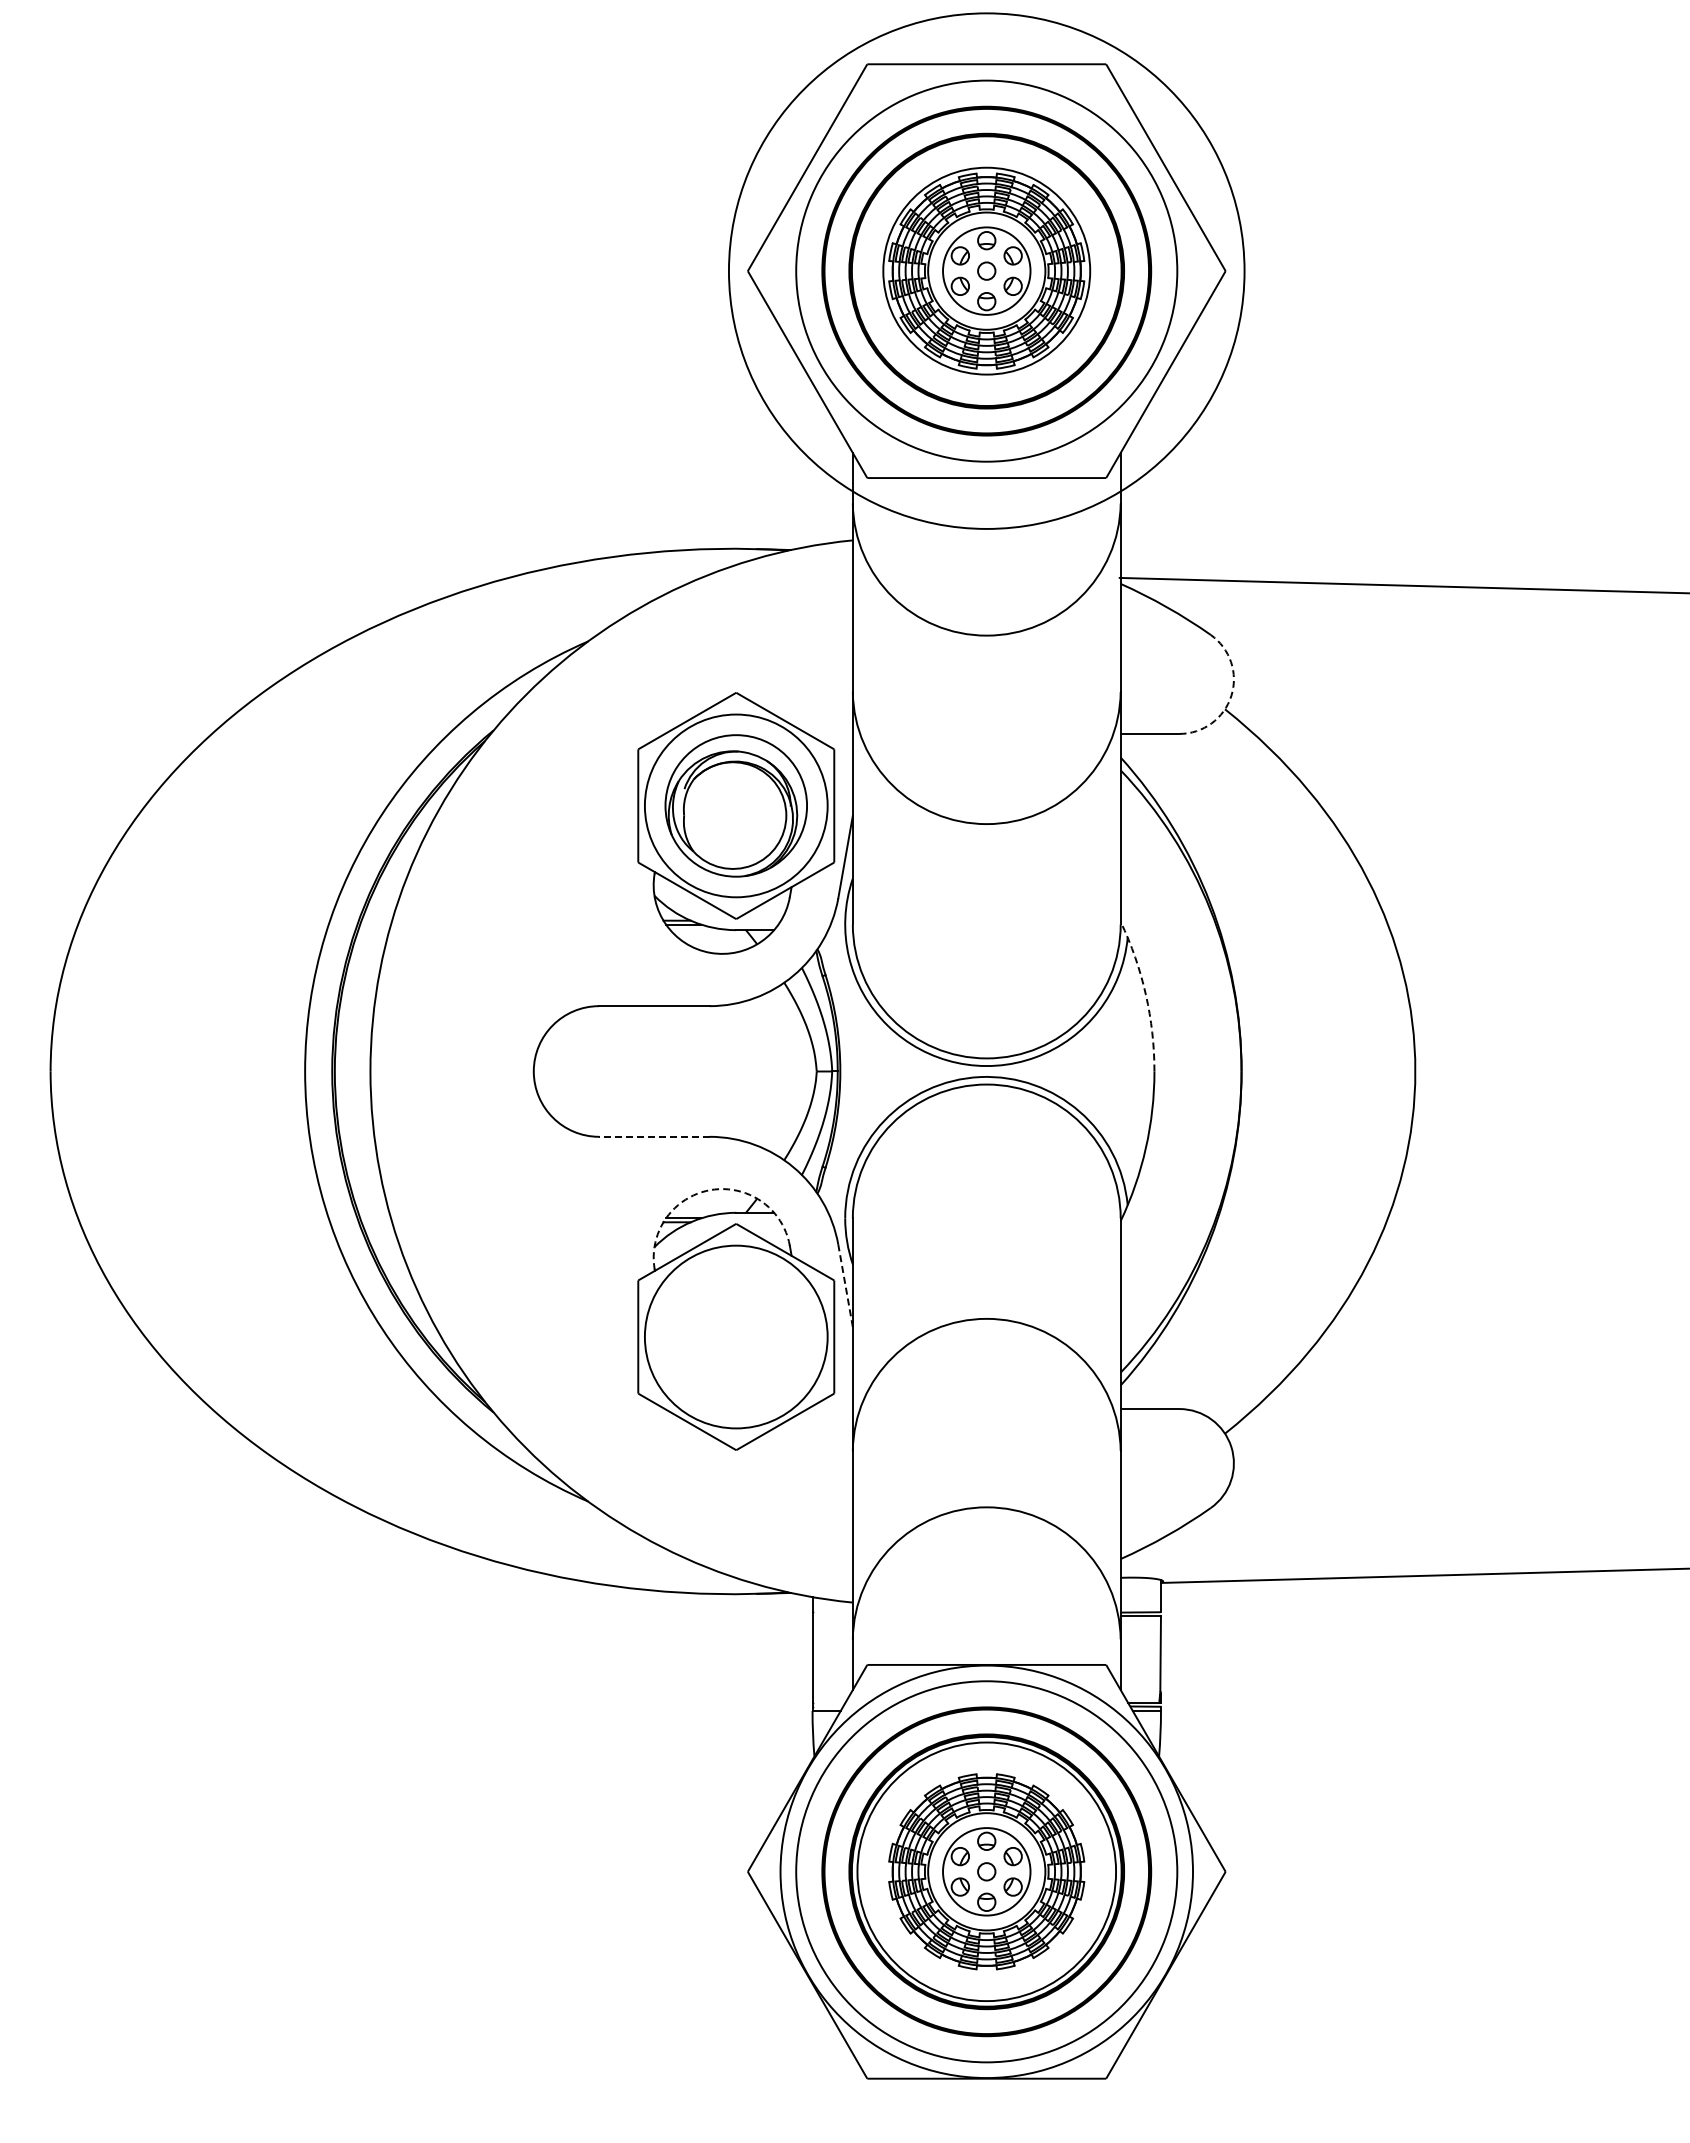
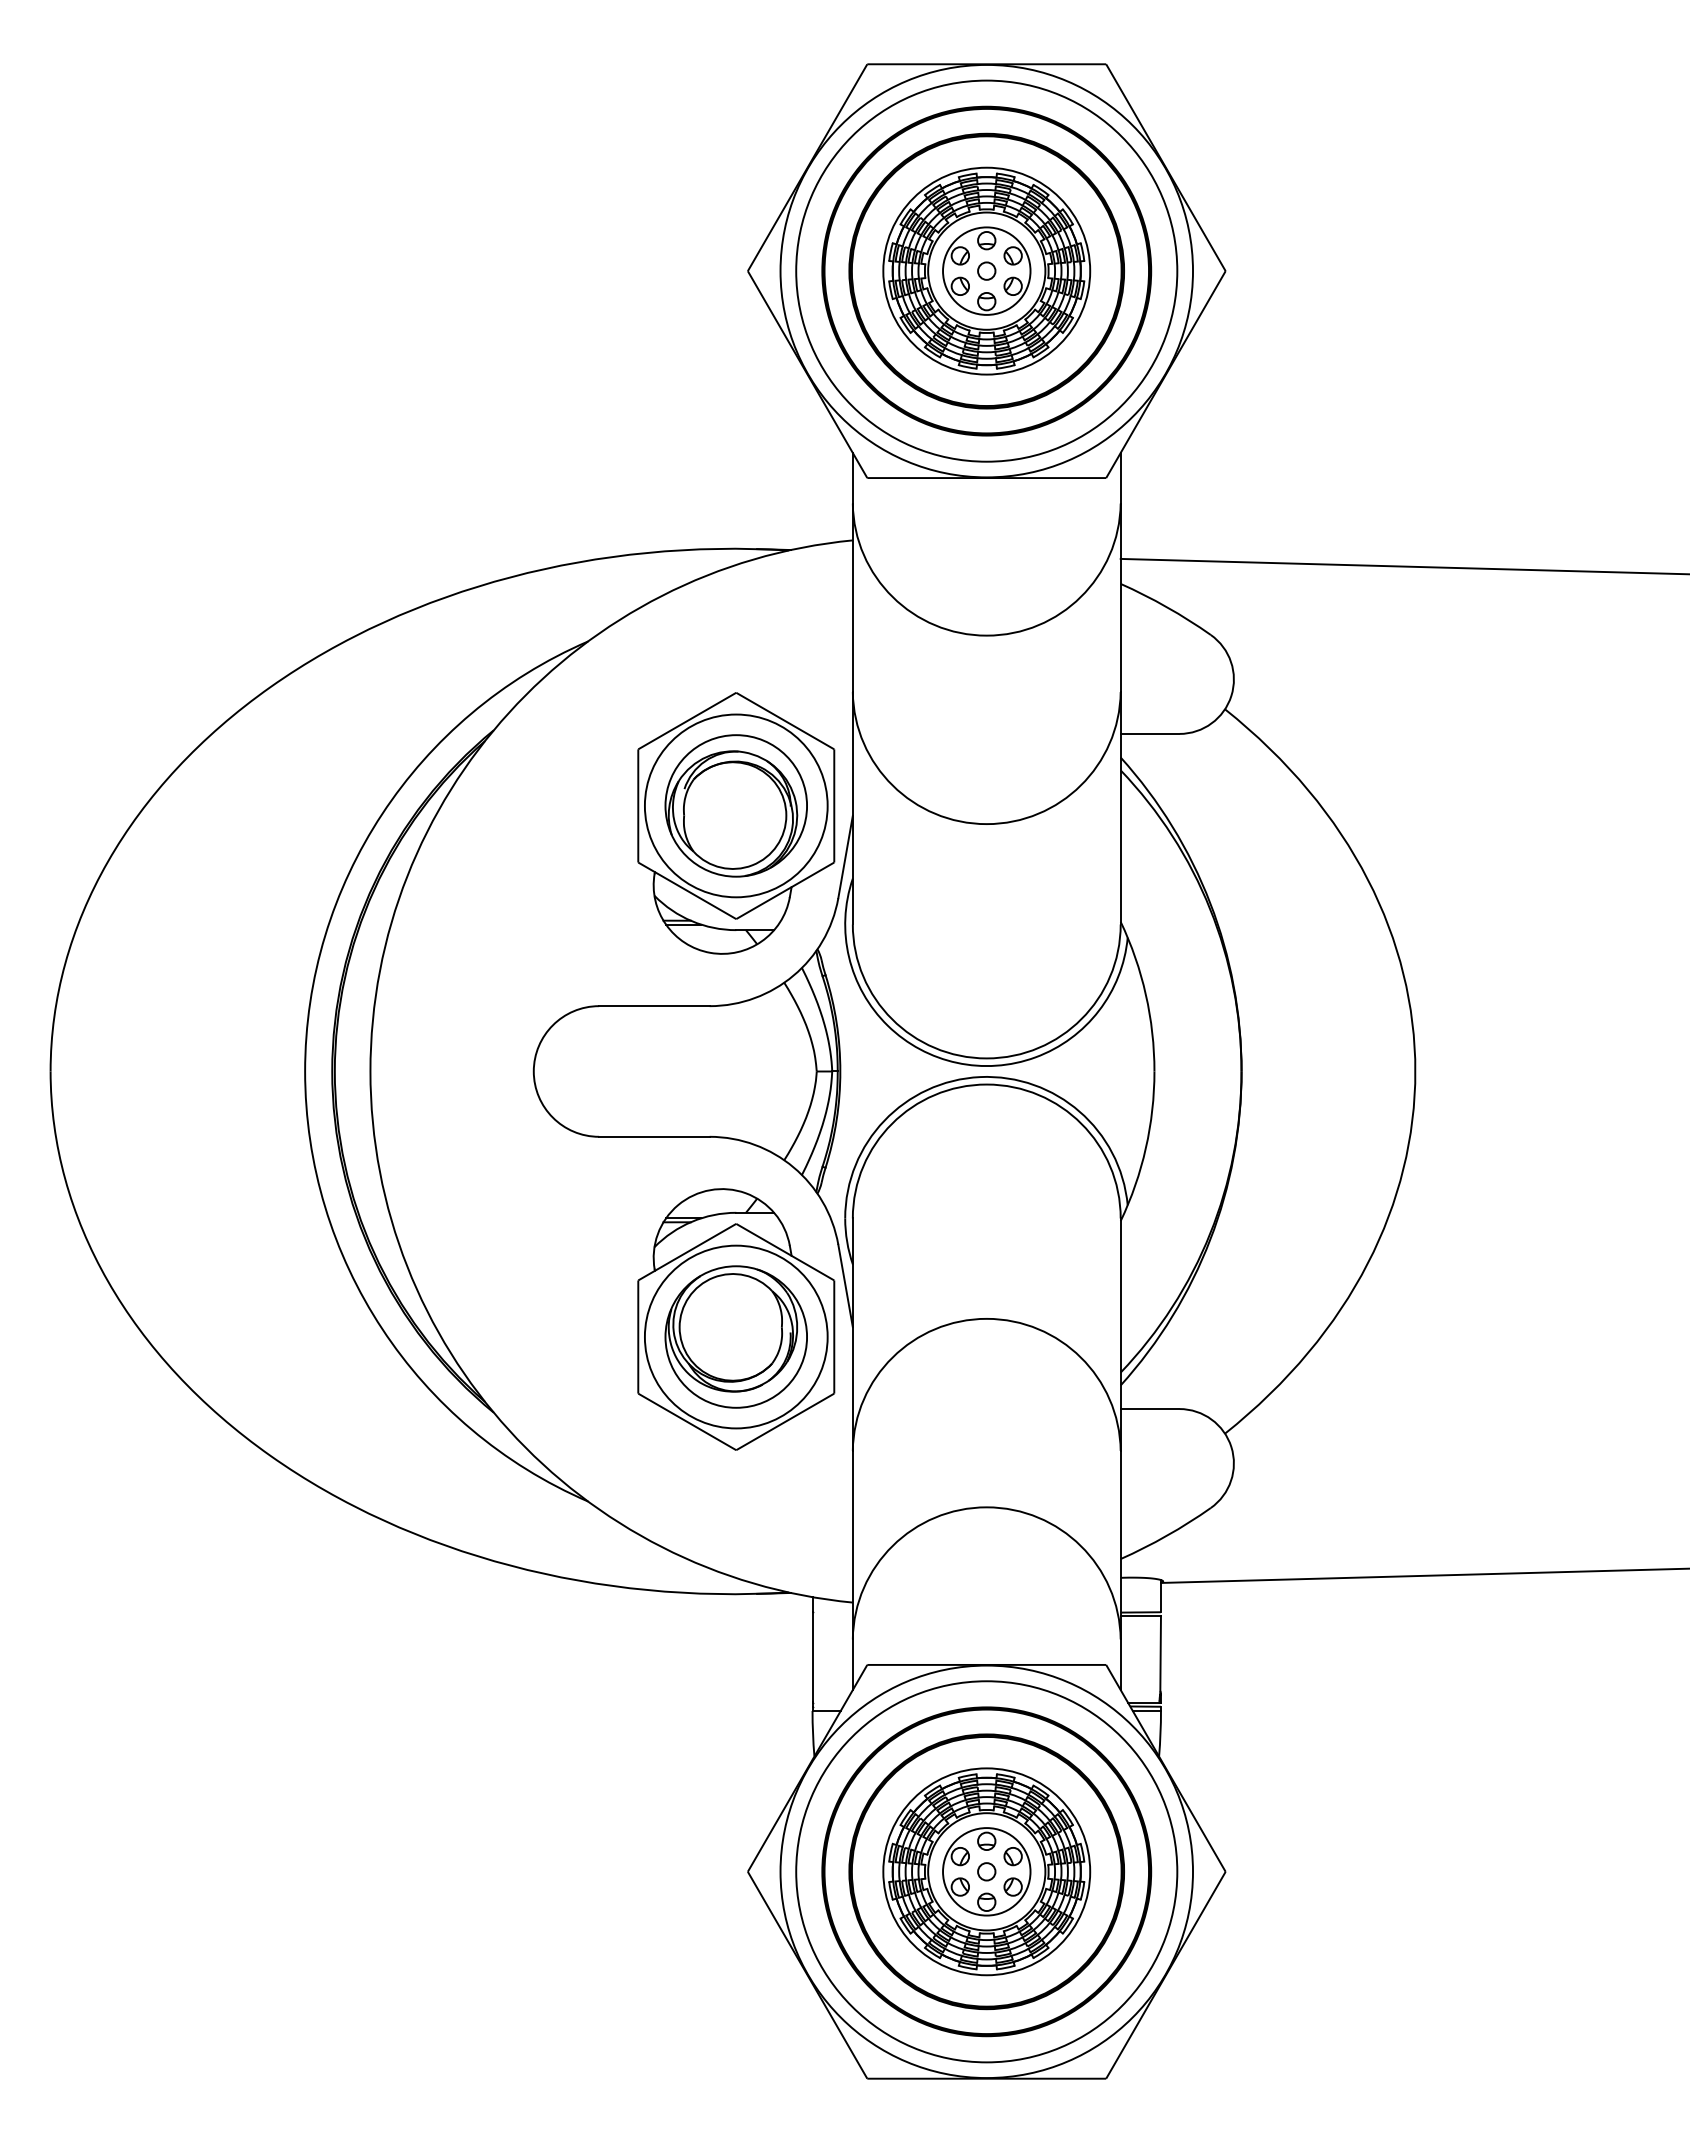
circle at (986, 270) diameter: 516 px -> 412 px
line at (1402, 585) position: (1402, 585) -> (1403, 566)
arc at (1231, 695): dashed -> solid
arc at (1145, 994): dashed -> solid
line at (653, 1136): dashed -> solid
arc at (710, 1190): dashed -> solid
line at (845, 1285): dashed -> solid
part at (735, 1336): none -> present
circle at (986, 1871) diameter: 259 px -> 207 px
